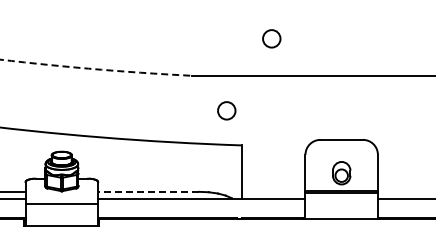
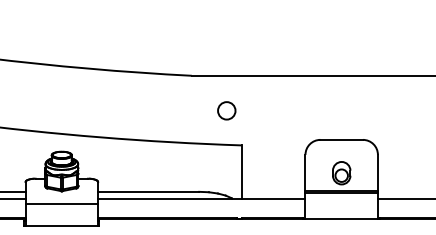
circle at (271, 38): present -> none
arc at (95, 69): dashed -> solid
line at (148, 191): dashed -> solid
